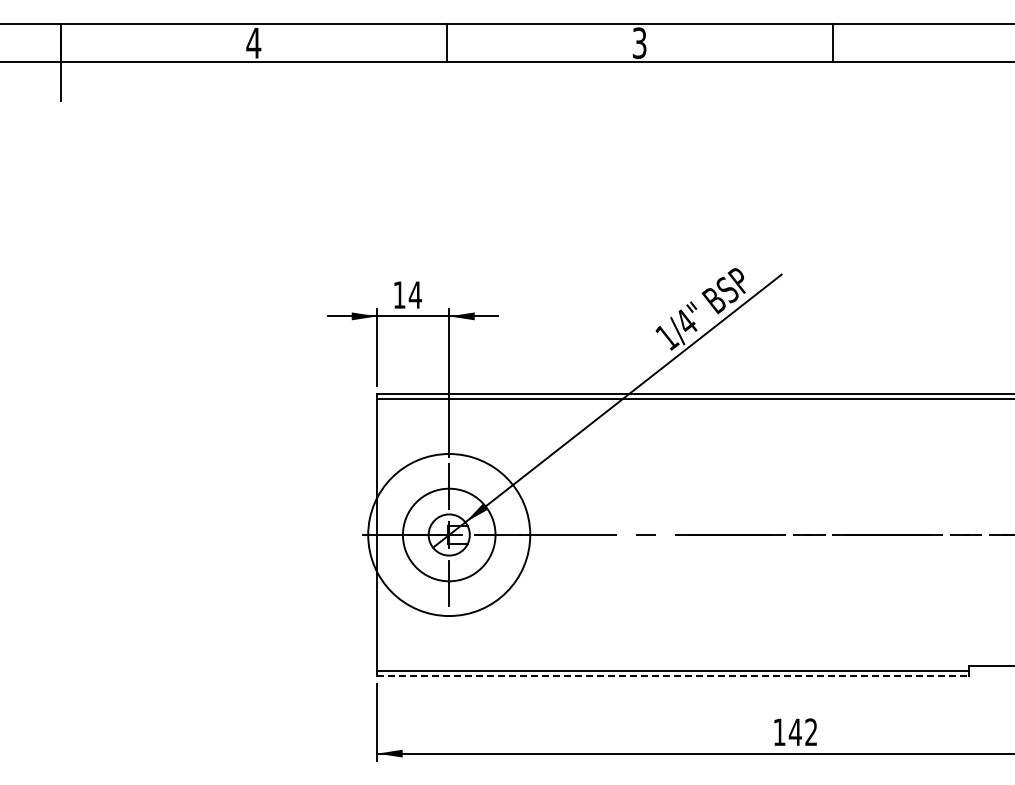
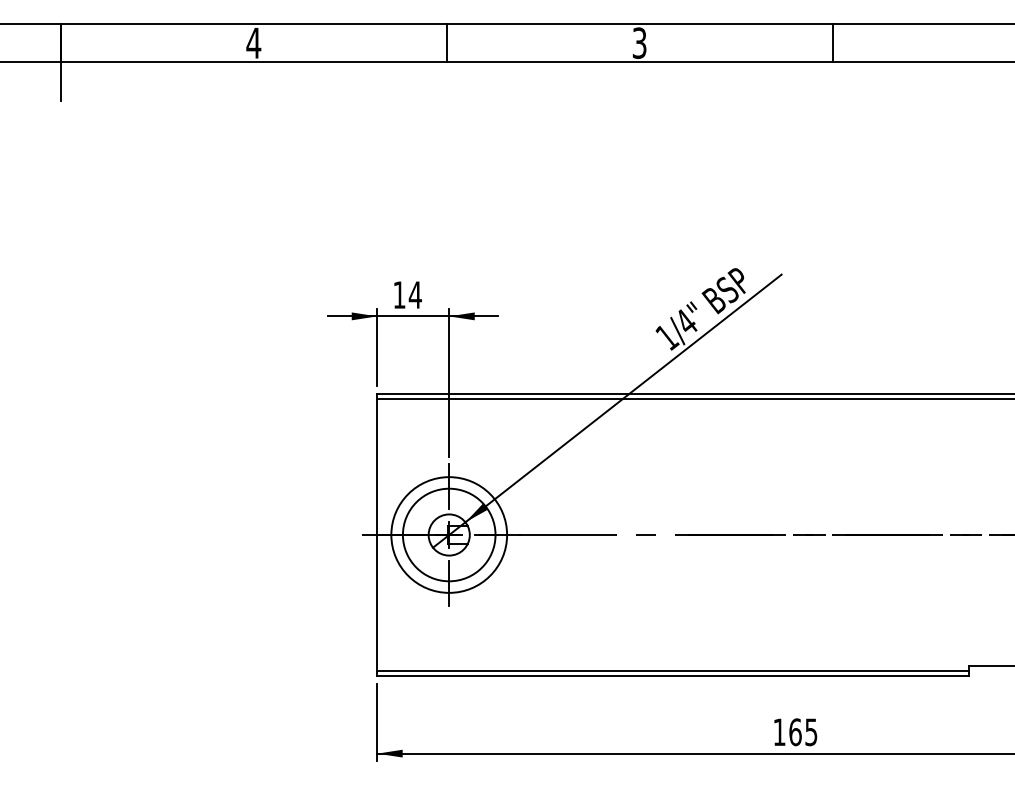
circle at (449, 534) diameter: 162 px -> 116 px
line at (673, 676): dashed -> solid
text at (802, 732): 142 -> 165
